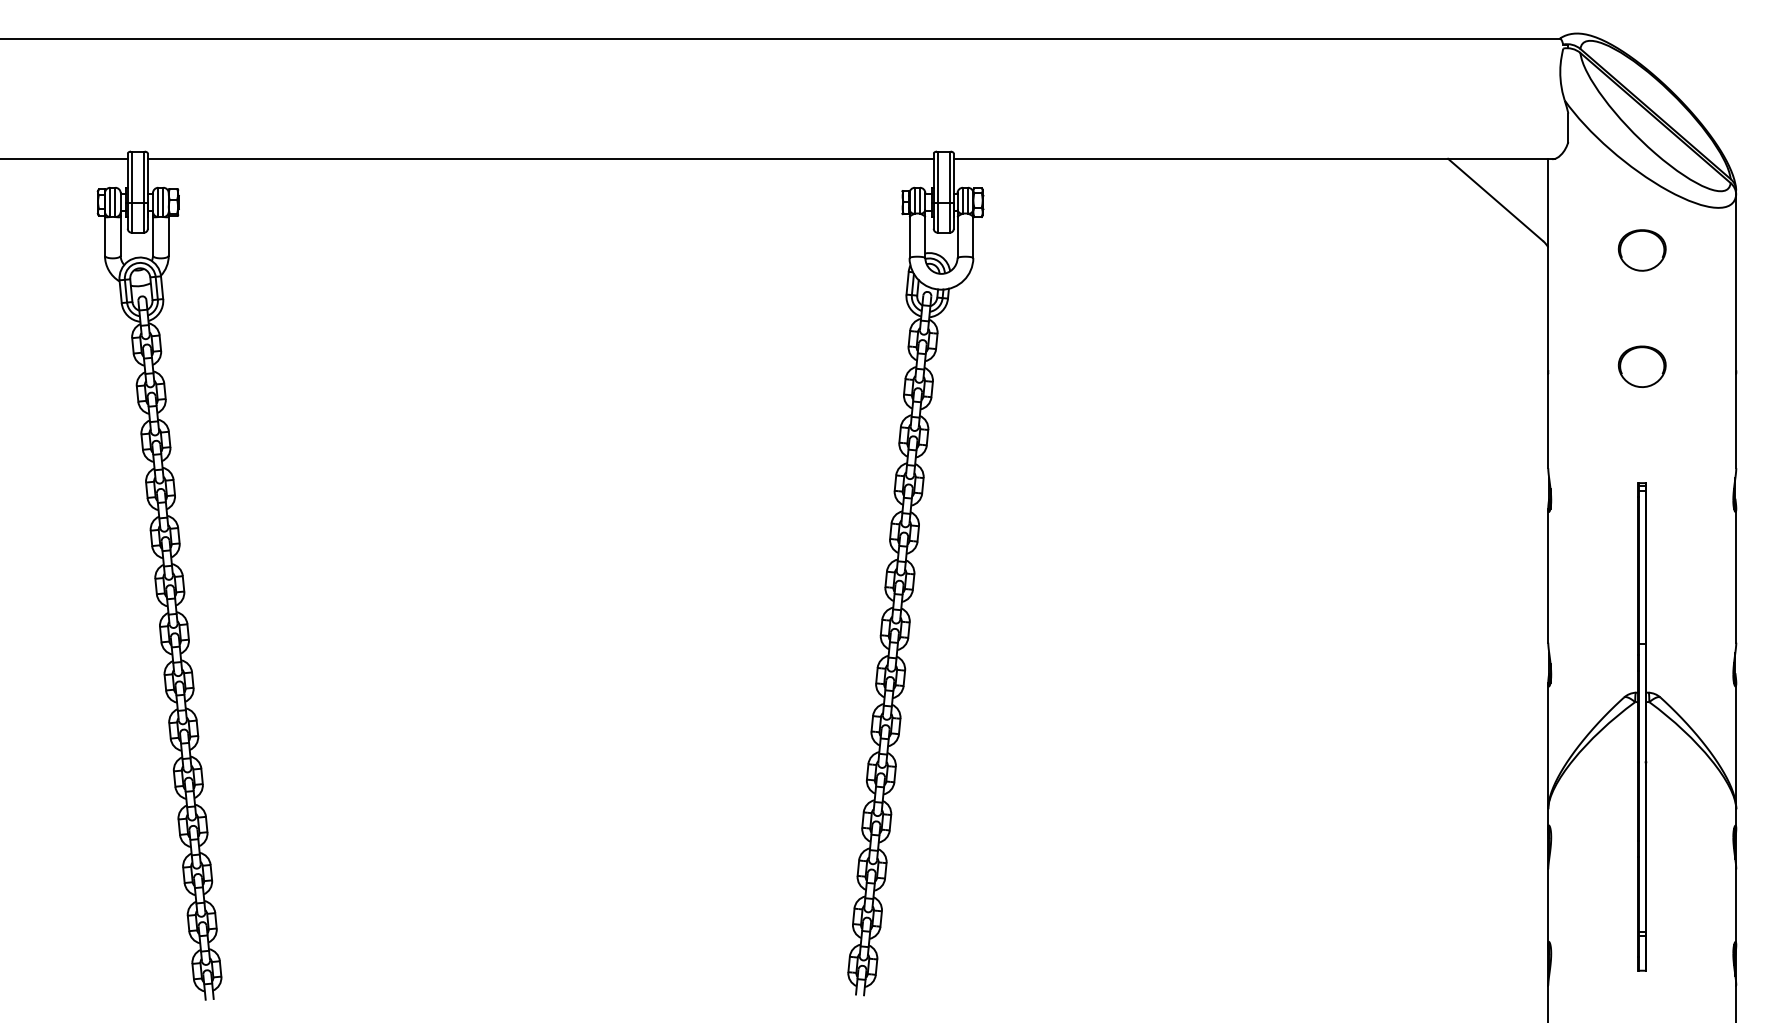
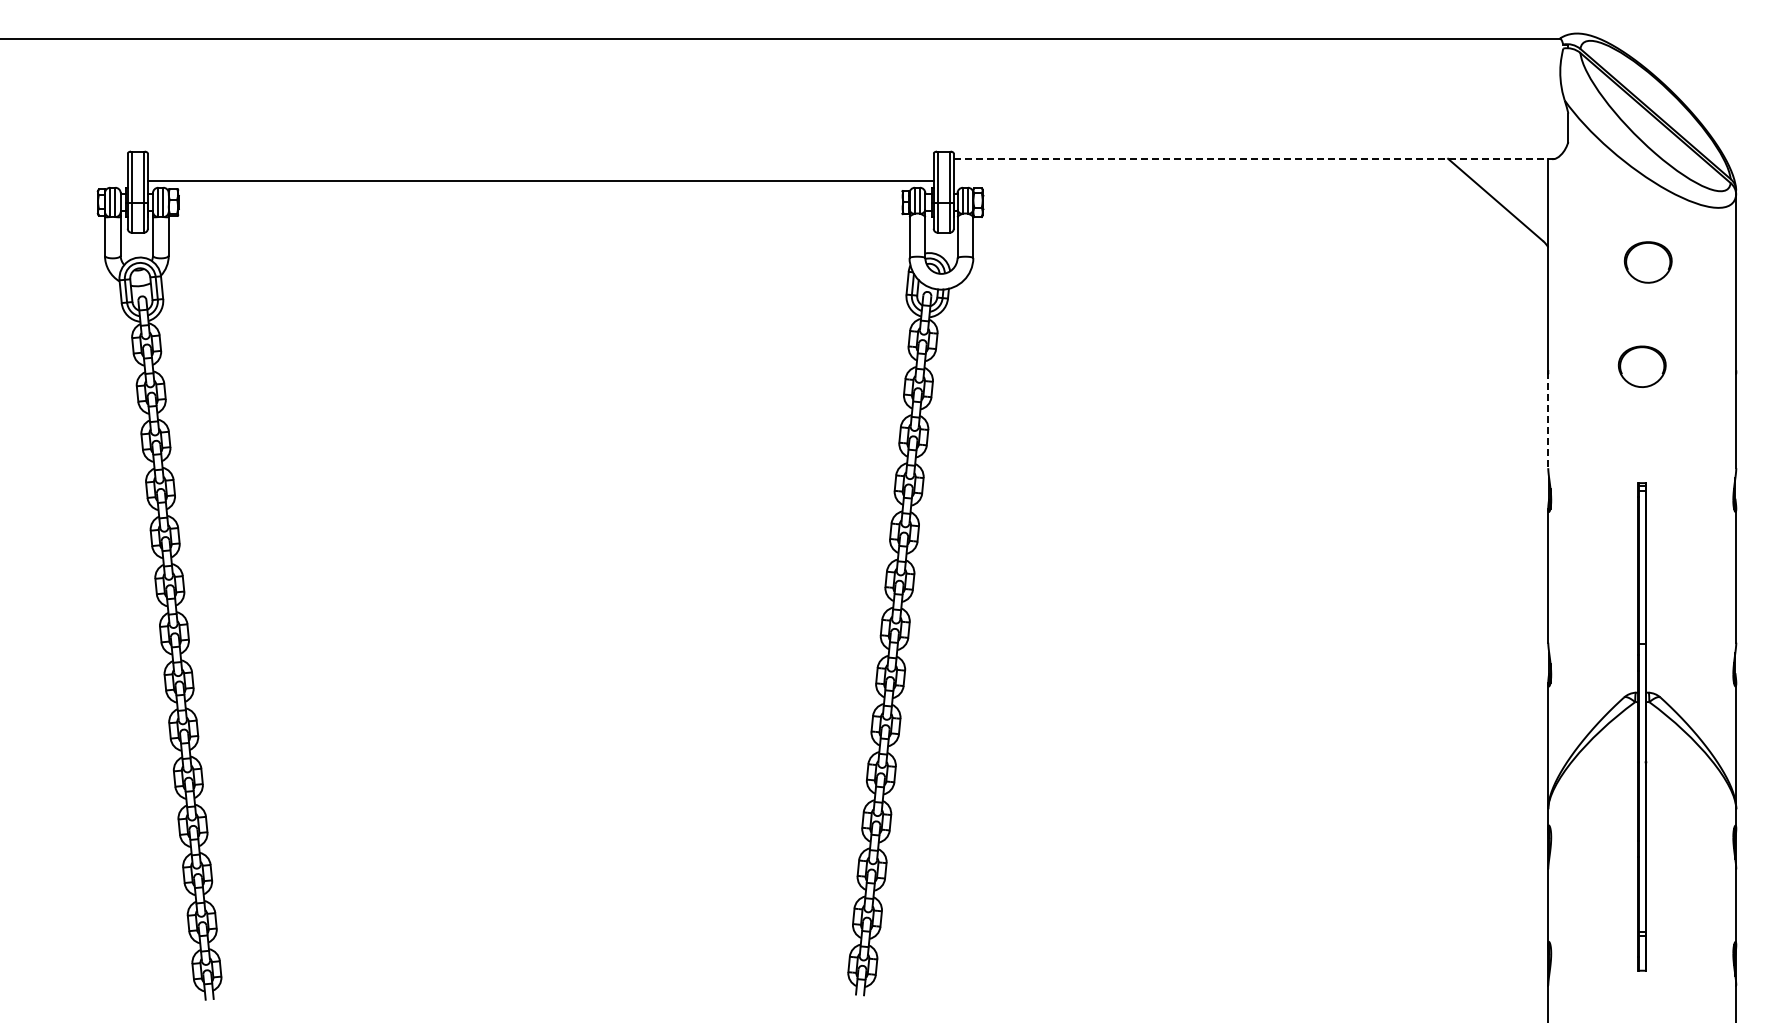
line at (64, 158): present -> none
line at (540, 158) position: (540, 158) -> (540, 180)
line at (1254, 158): solid -> dashed
part at (1641, 250) position: (1641, 250) -> (1647, 262)
line at (1548, 420): solid -> dashed
